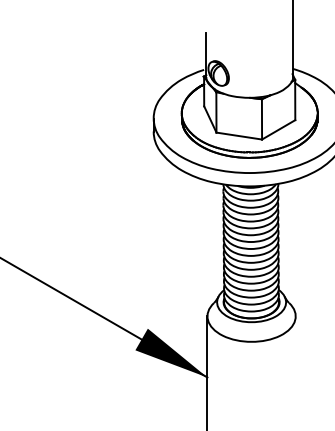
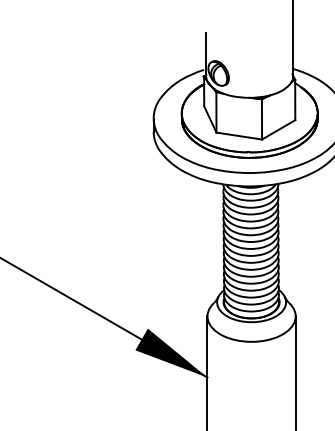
line at (295, 371): none -> present
